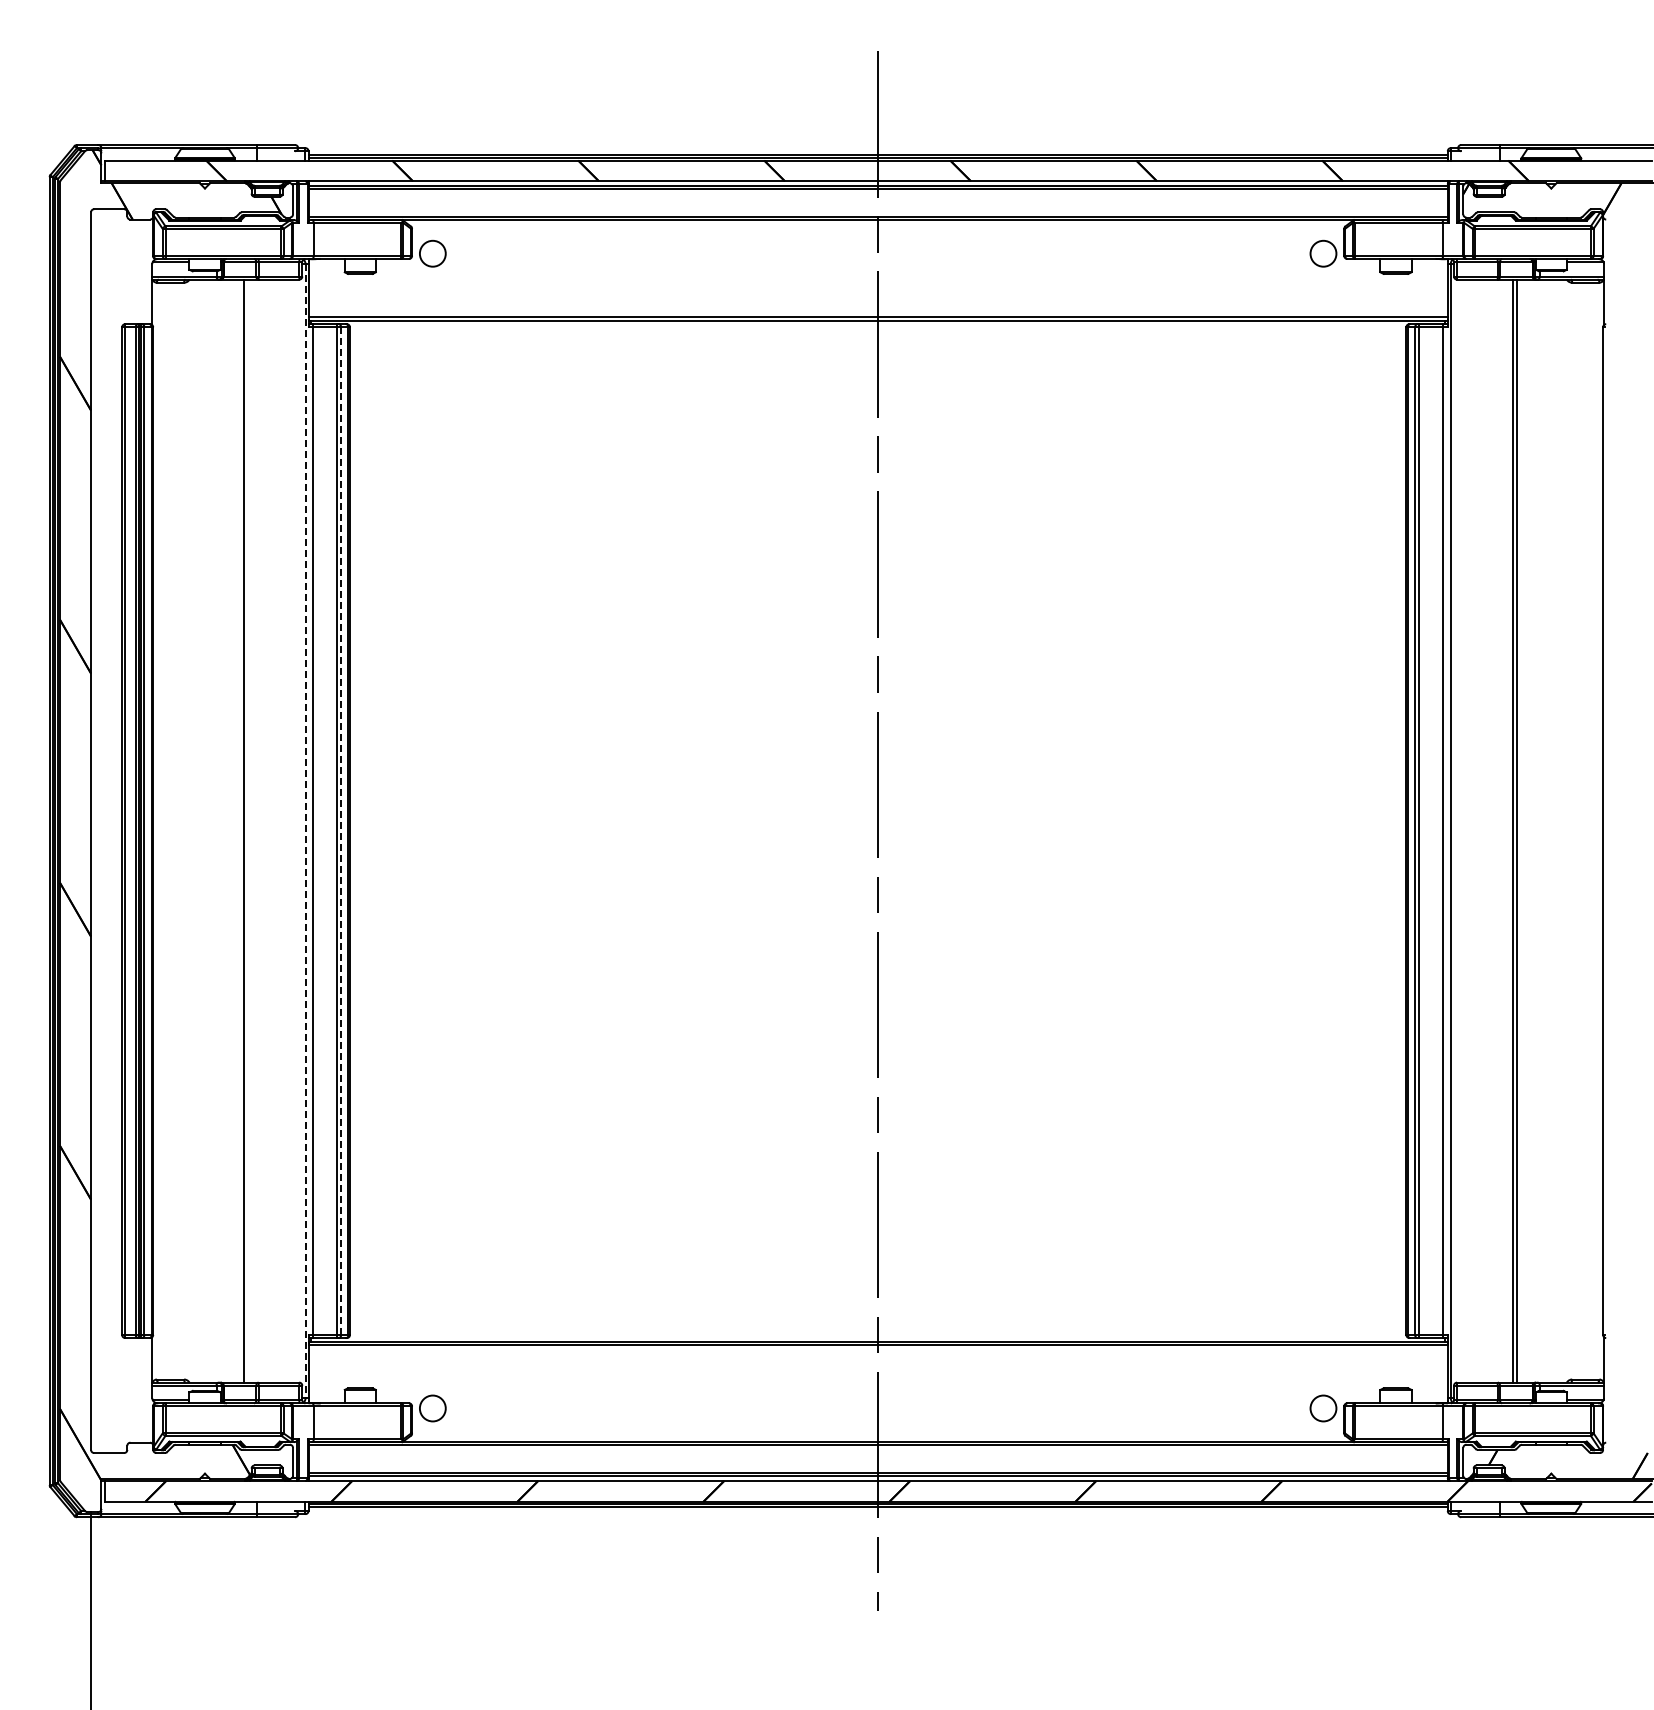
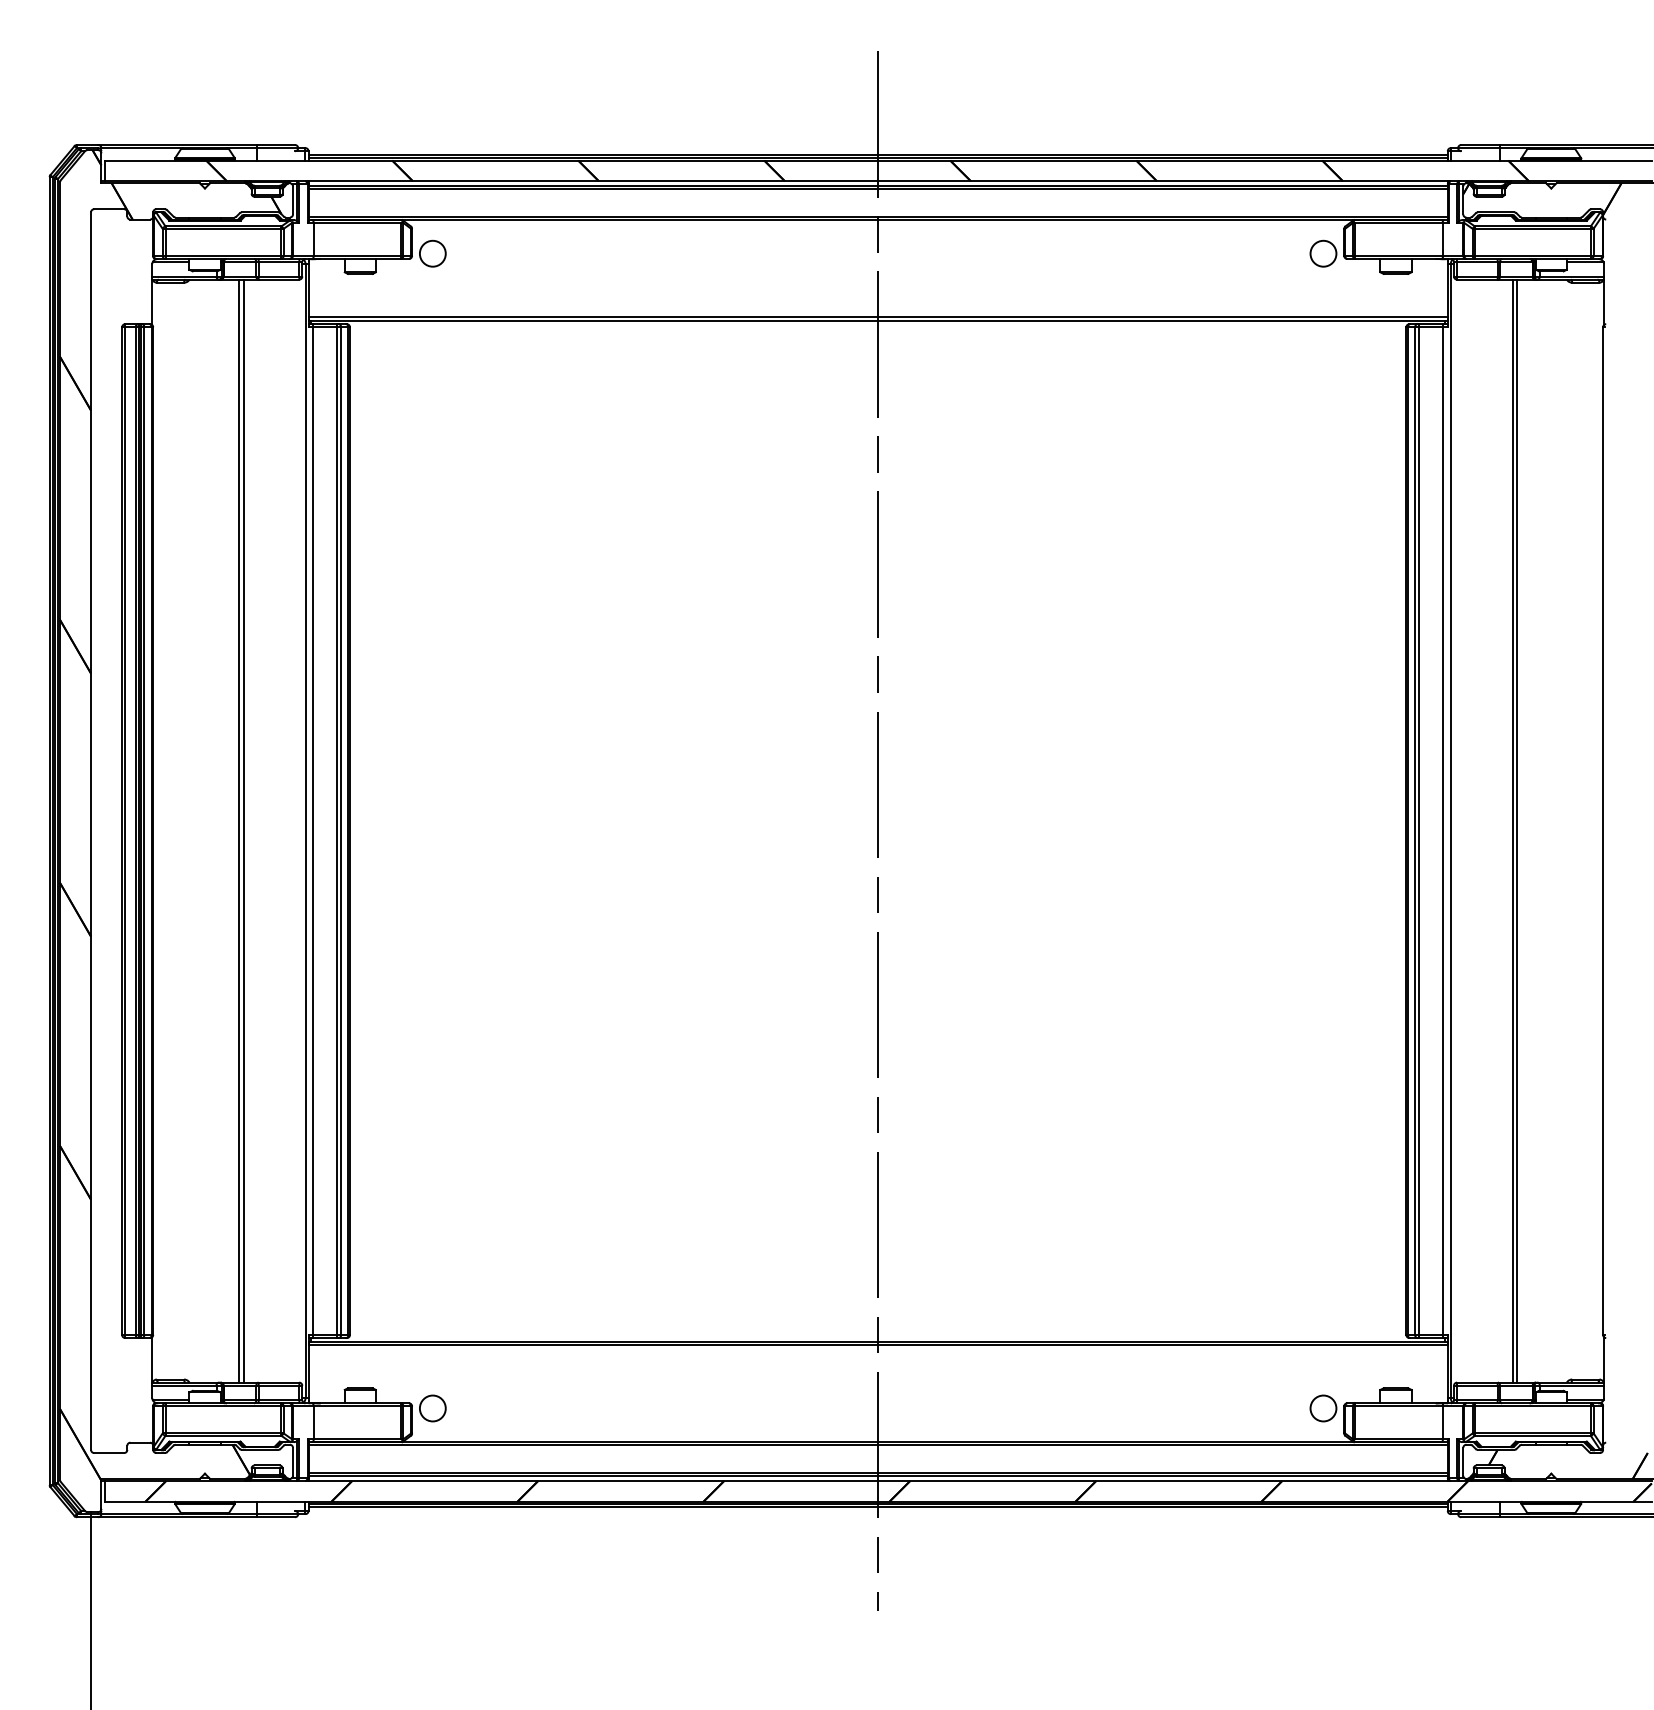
line at (239, 830): none -> present
line at (305, 831): dashed -> solid
line at (341, 831): dashed -> solid
